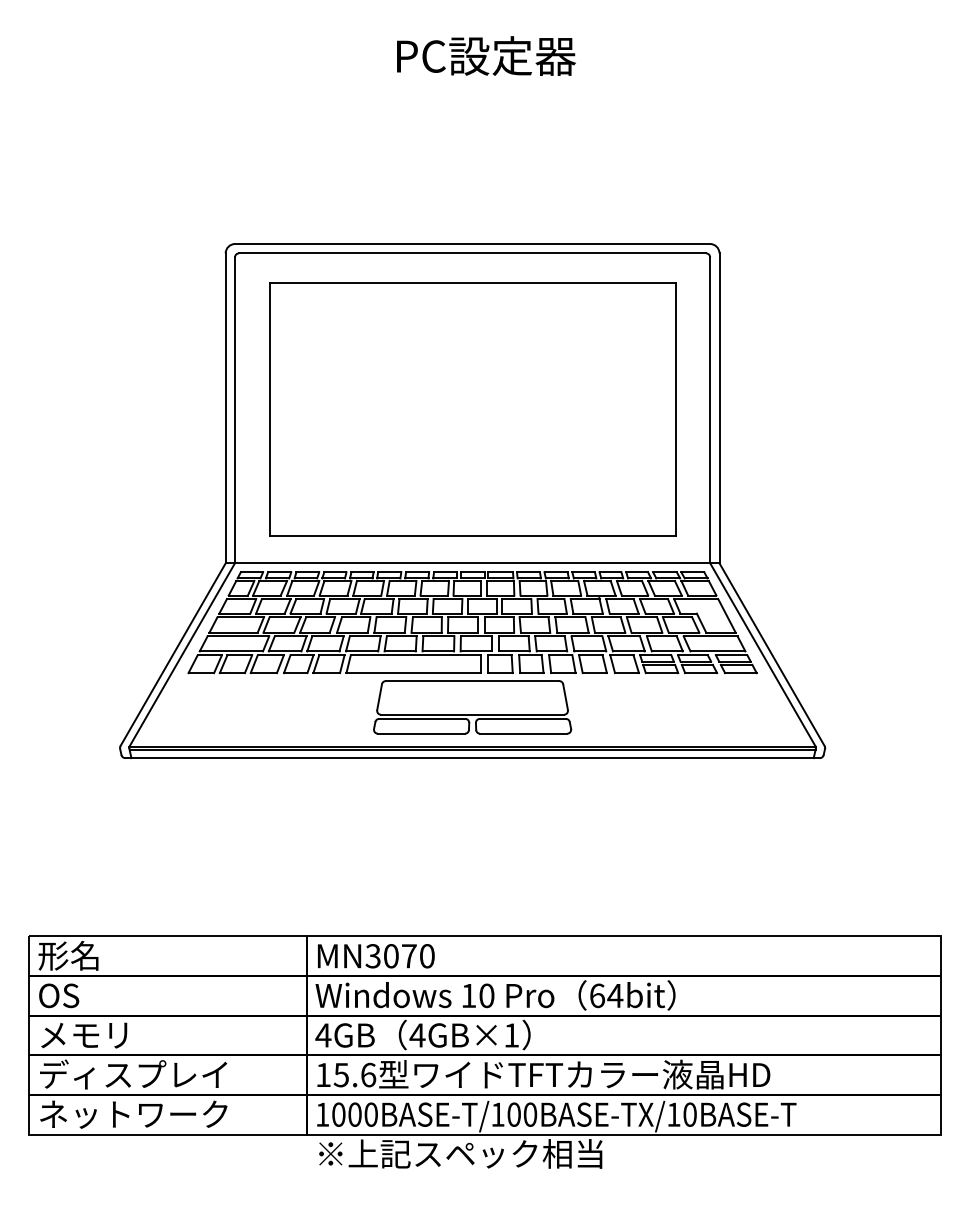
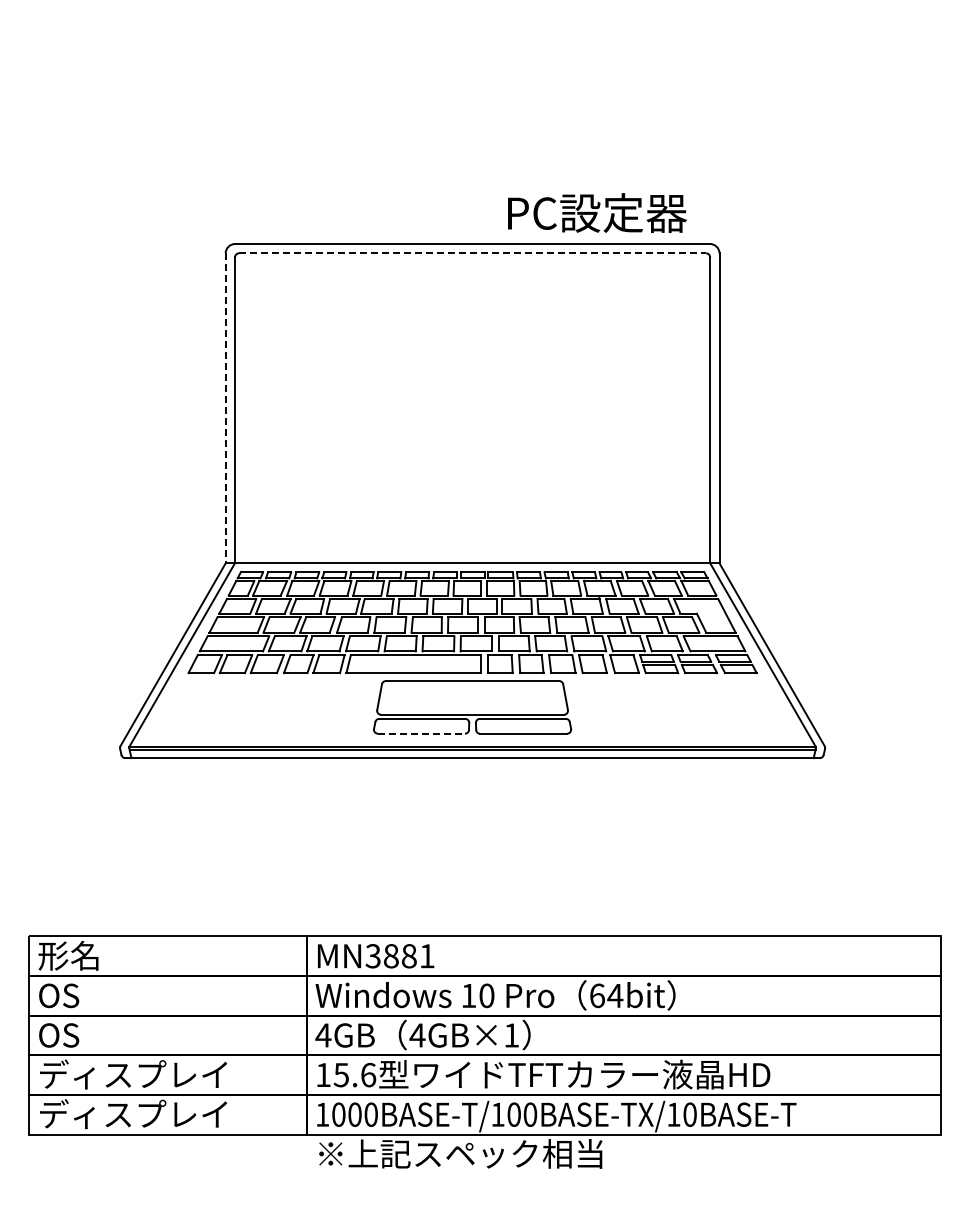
text at (486, 55) position: (486, 55) -> (597, 212)
line at (472, 253): solid -> dashed
line at (225, 408): solid -> dashed
part at (472, 409): present -> none
line at (421, 733): solid -> dashed
text at (409, 956): MN3070 -> MN3881
text at (83, 1035): メモリ -> OS
text at (133, 1114): ネットワーク -> ディスプレイ
